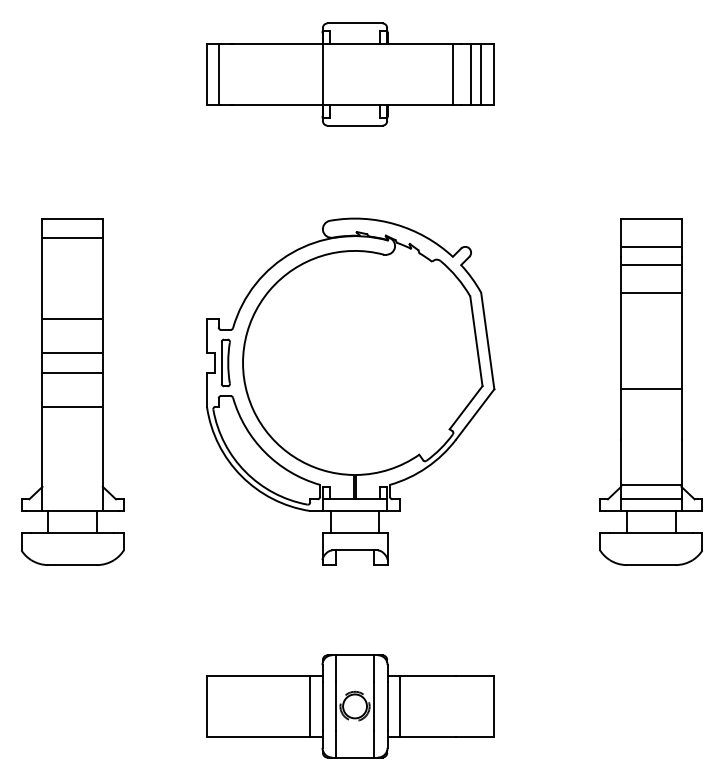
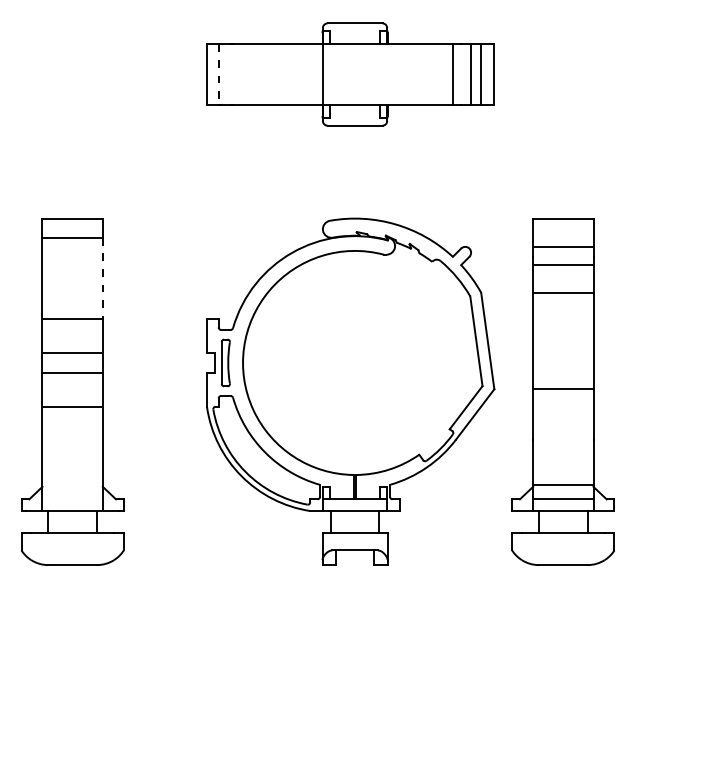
line at (218, 75): solid -> dashed
line at (102, 278): solid -> dashed
part at (650, 391) position: (650, 391) -> (562, 391)
part at (350, 706): present -> none
